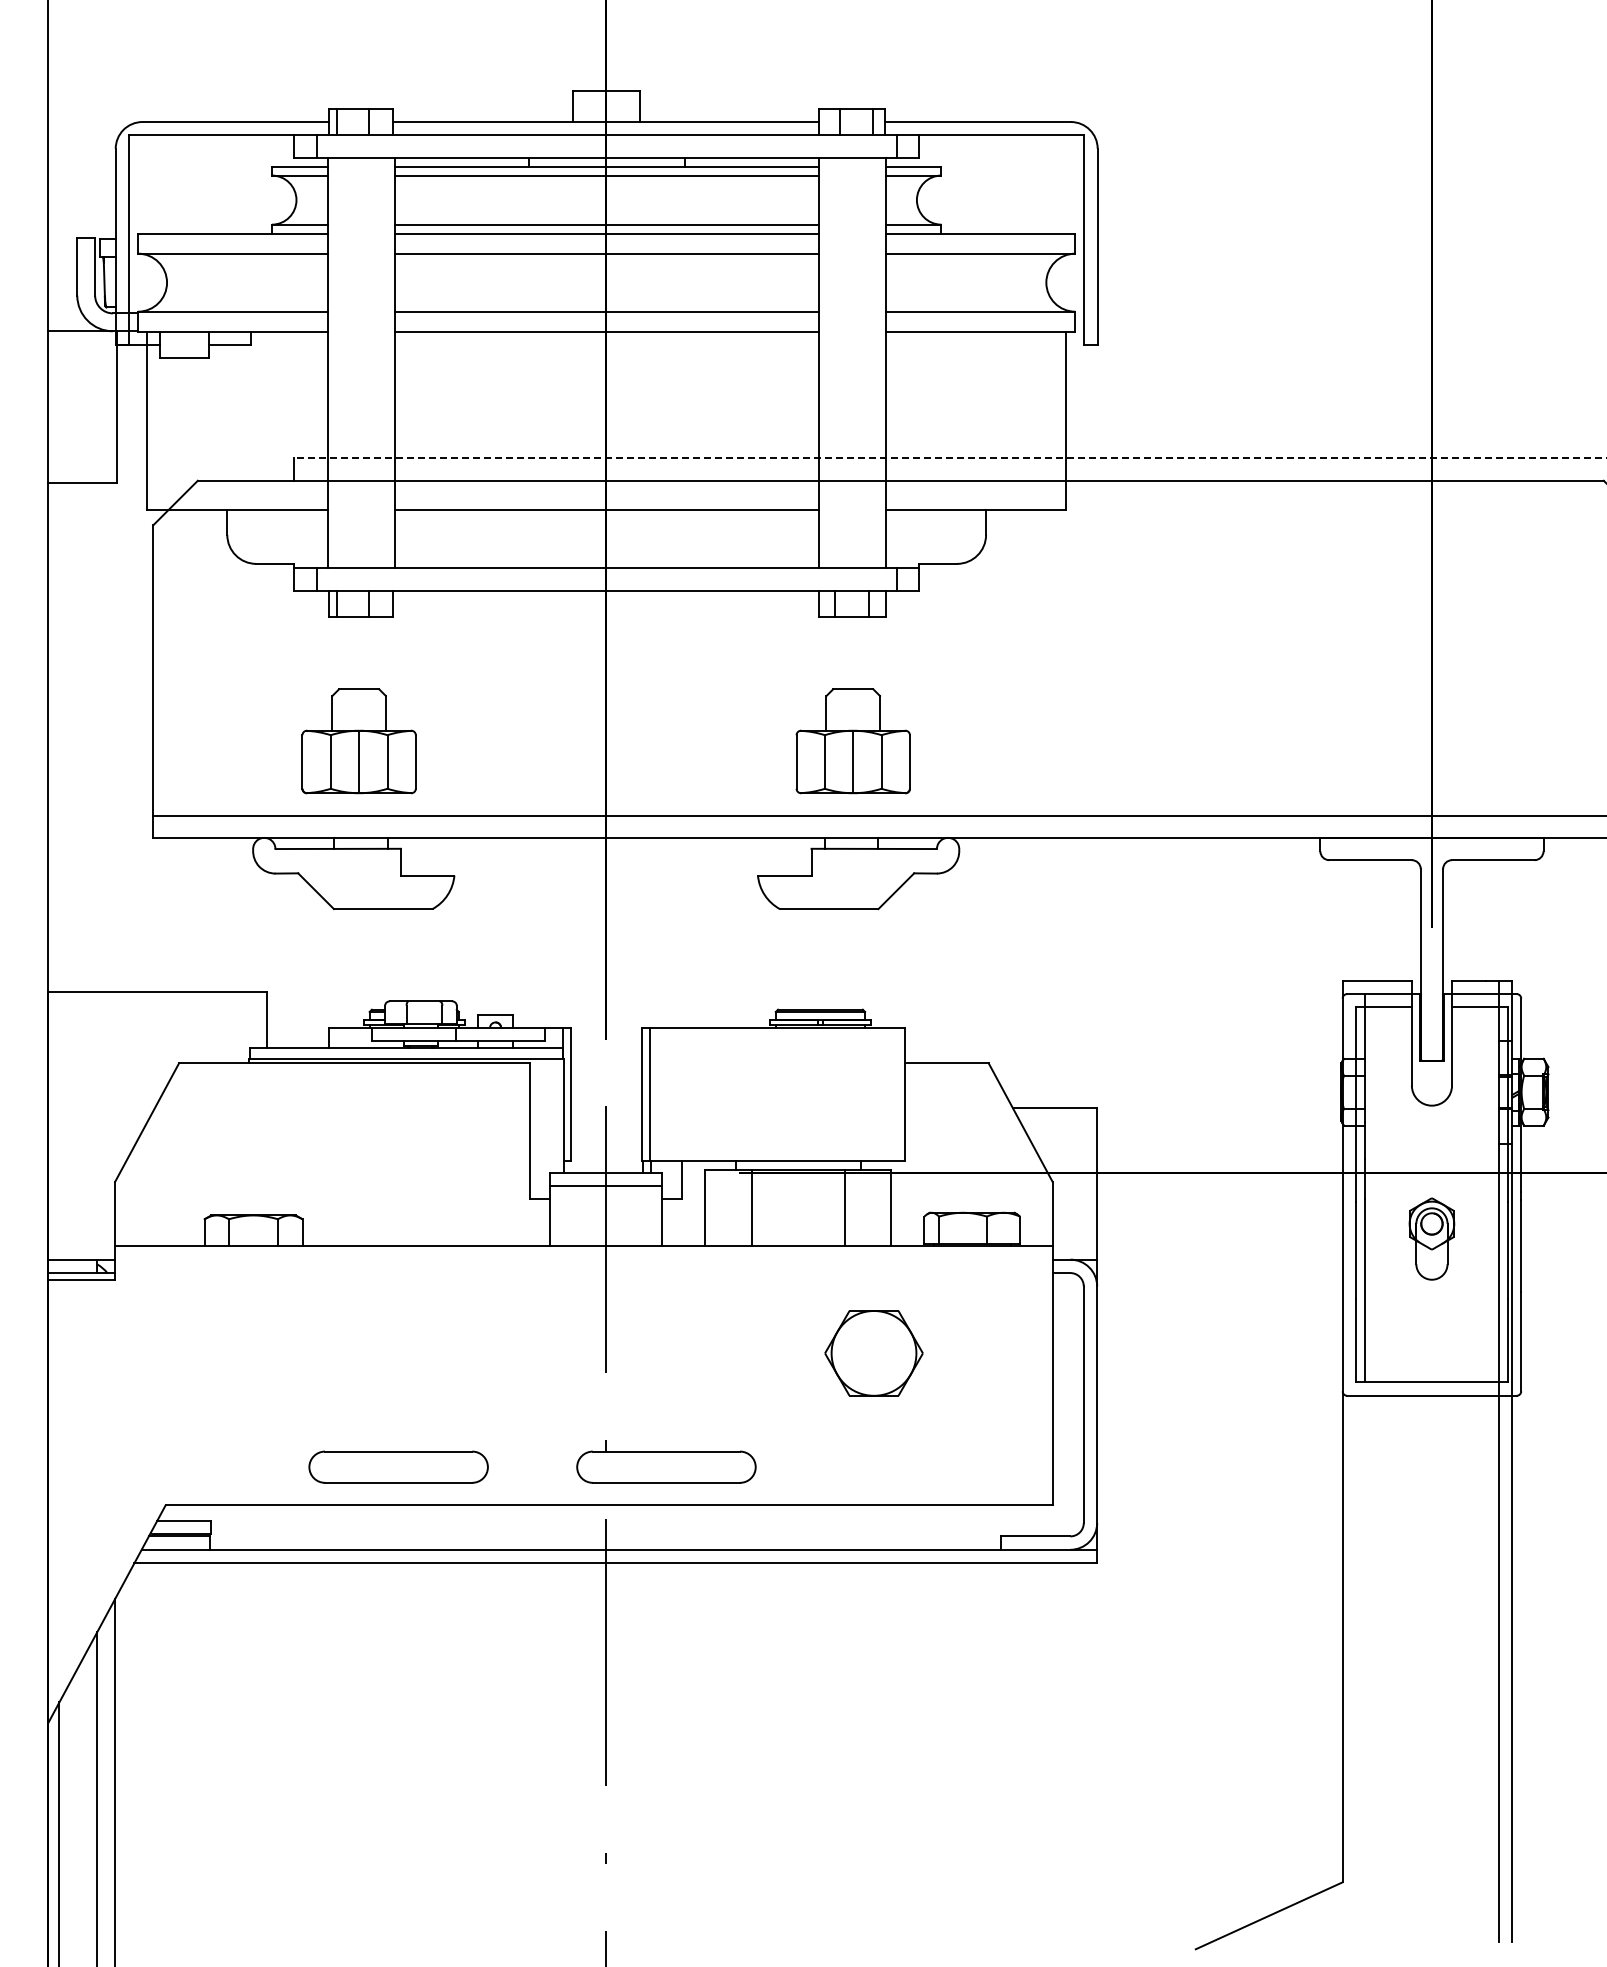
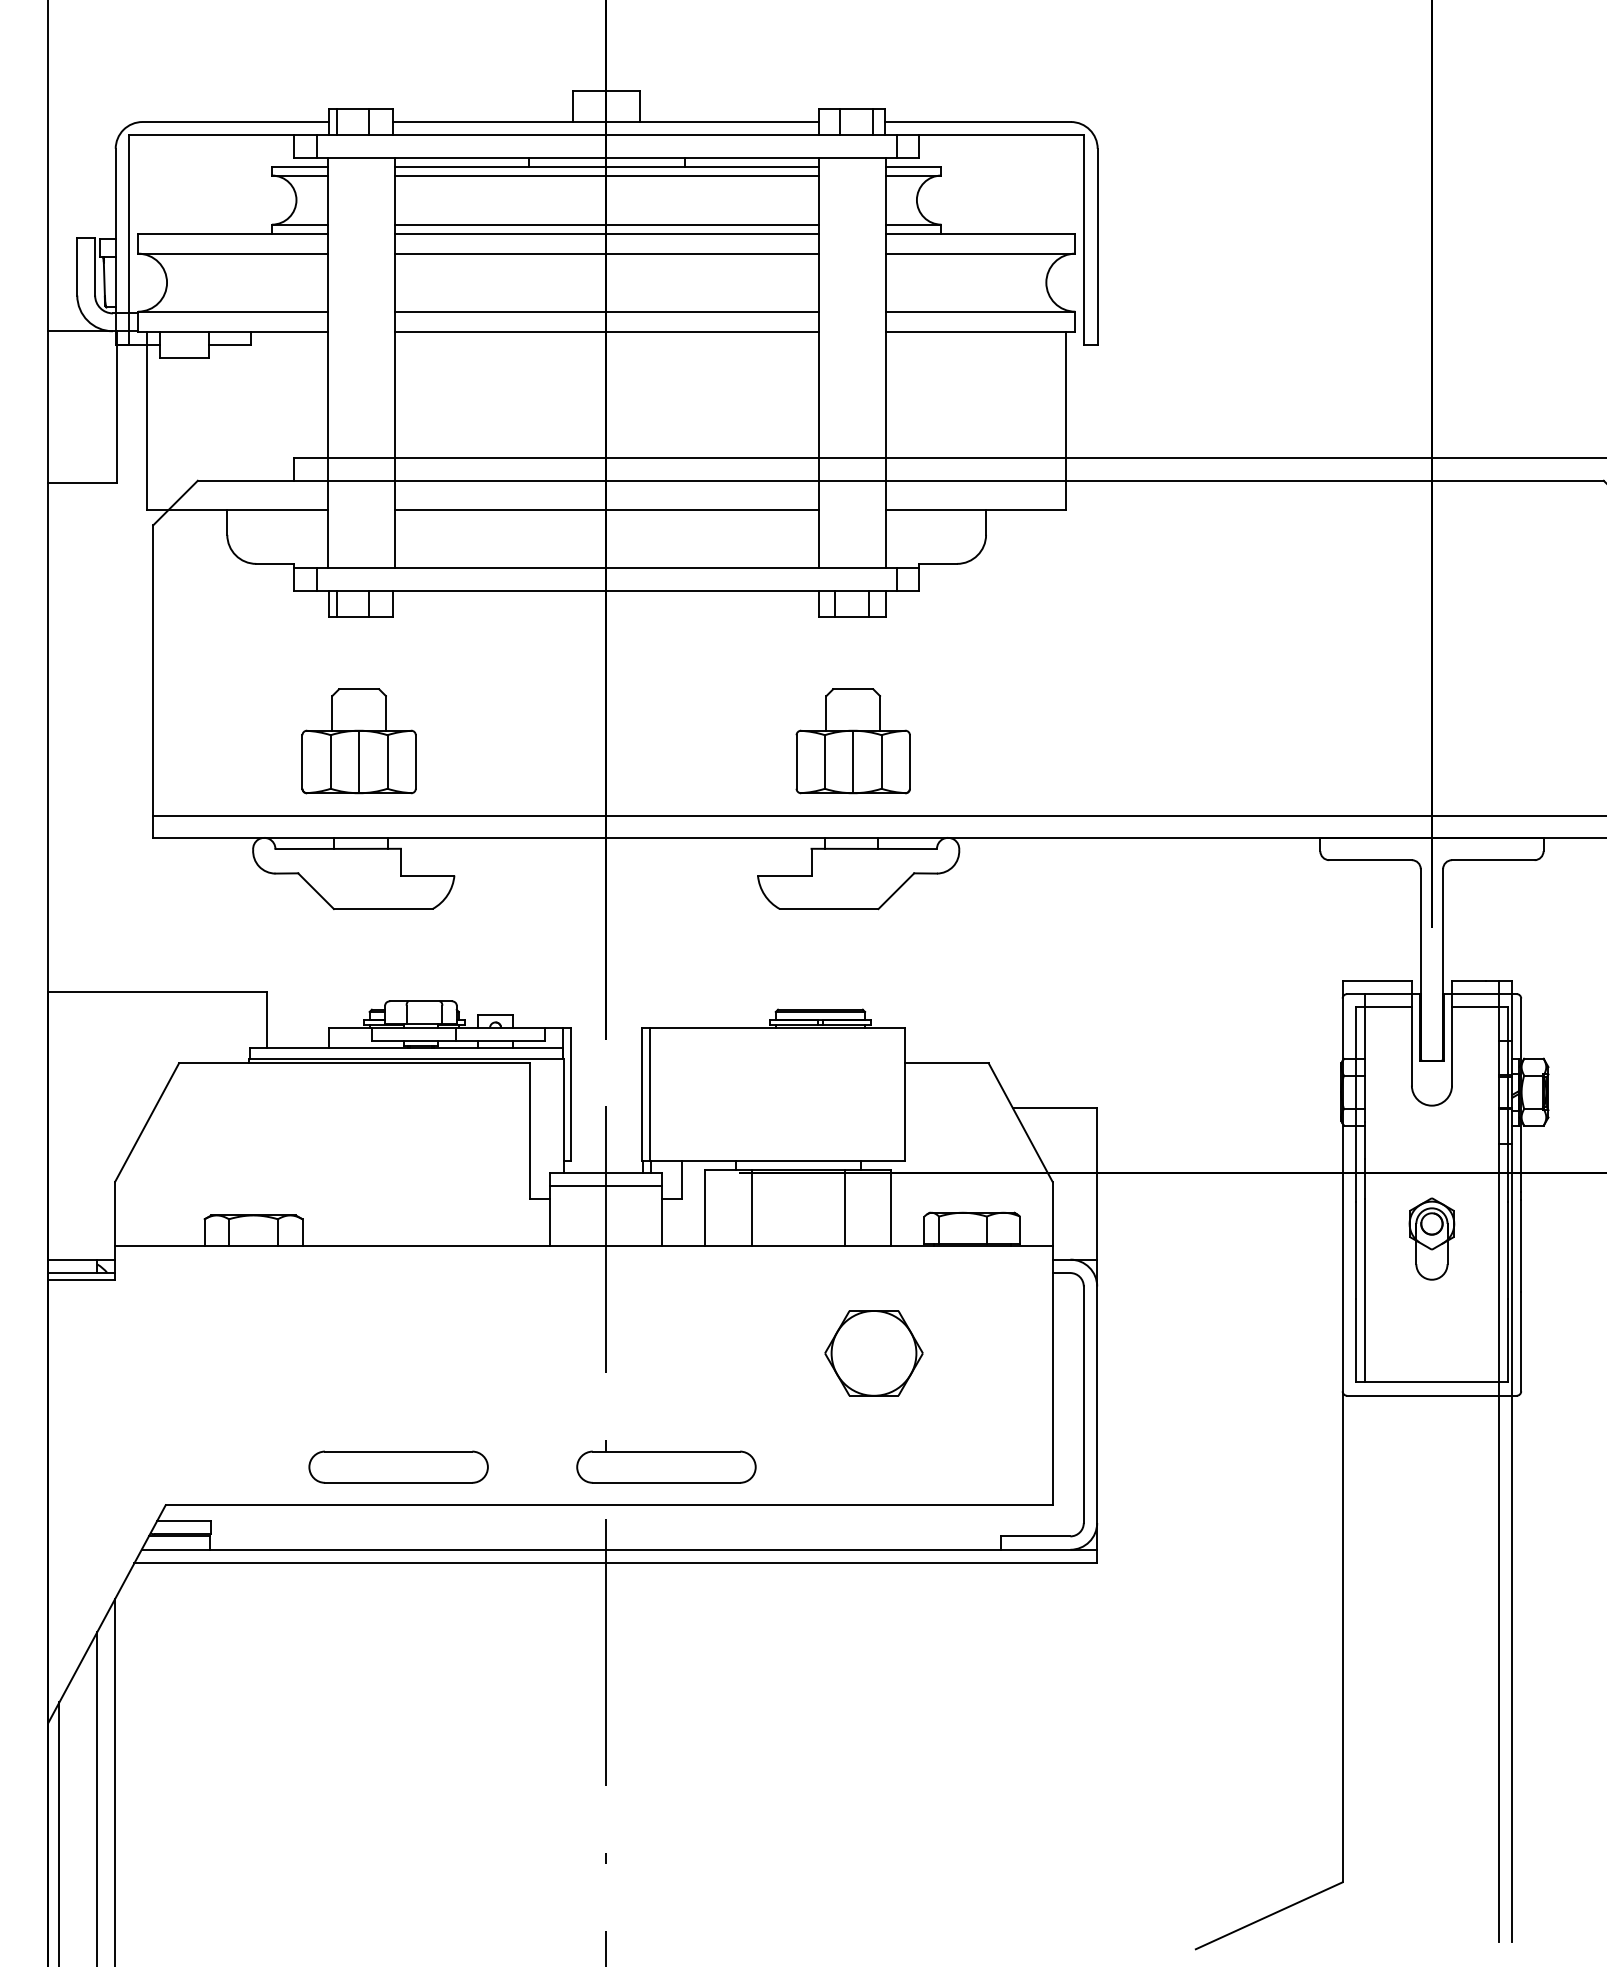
line at (949, 458): dashed -> solid
